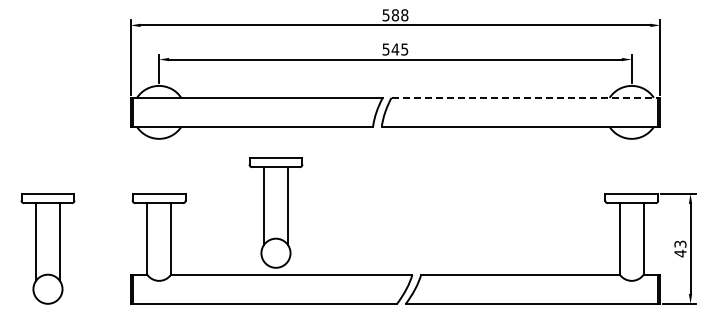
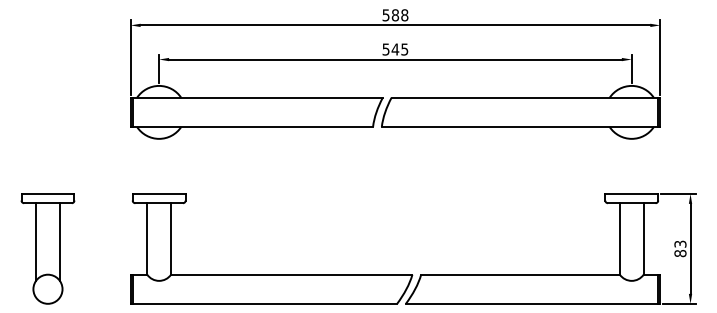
line at (526, 97): dashed -> solid
part at (275, 212): present -> none
text at (680, 253): 43 -> 83
